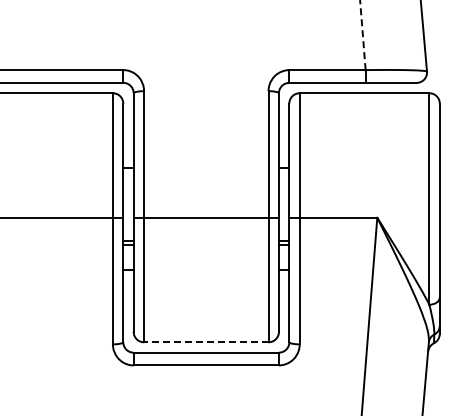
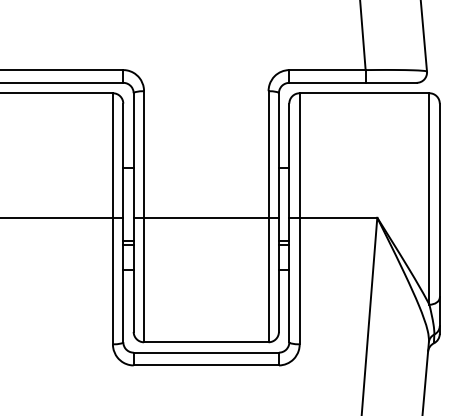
line at (362, 35): dashed -> solid
line at (205, 342): dashed -> solid
